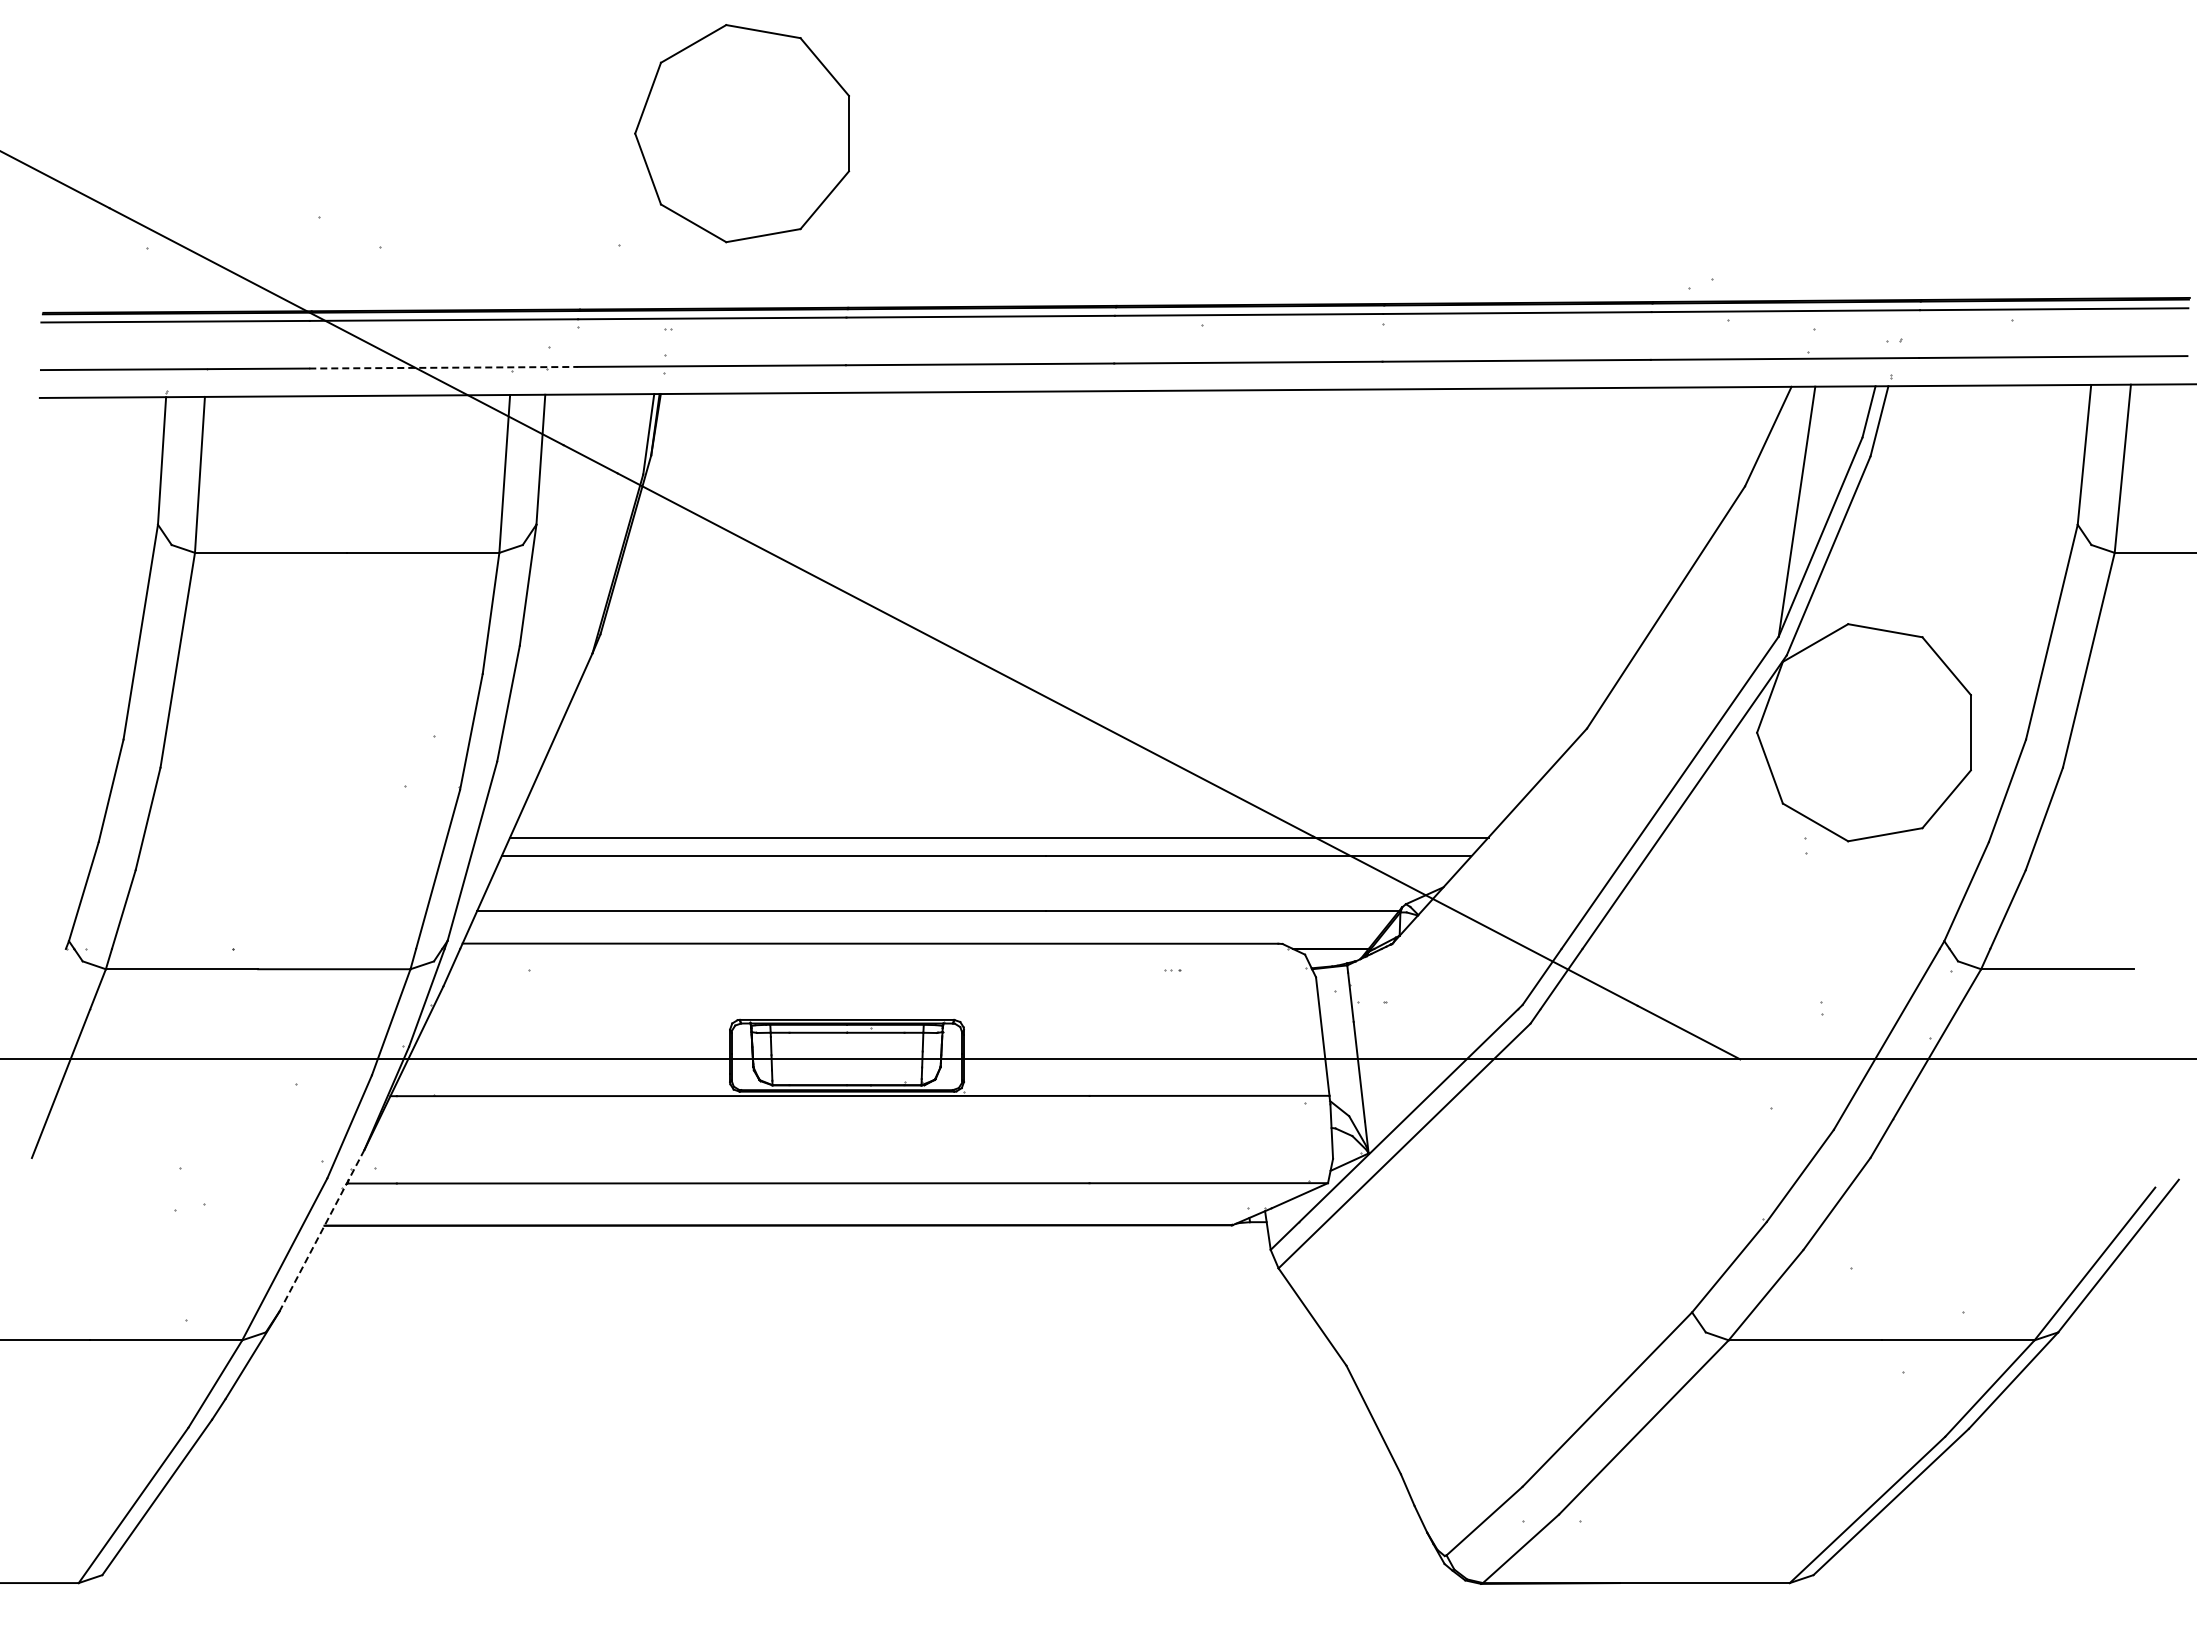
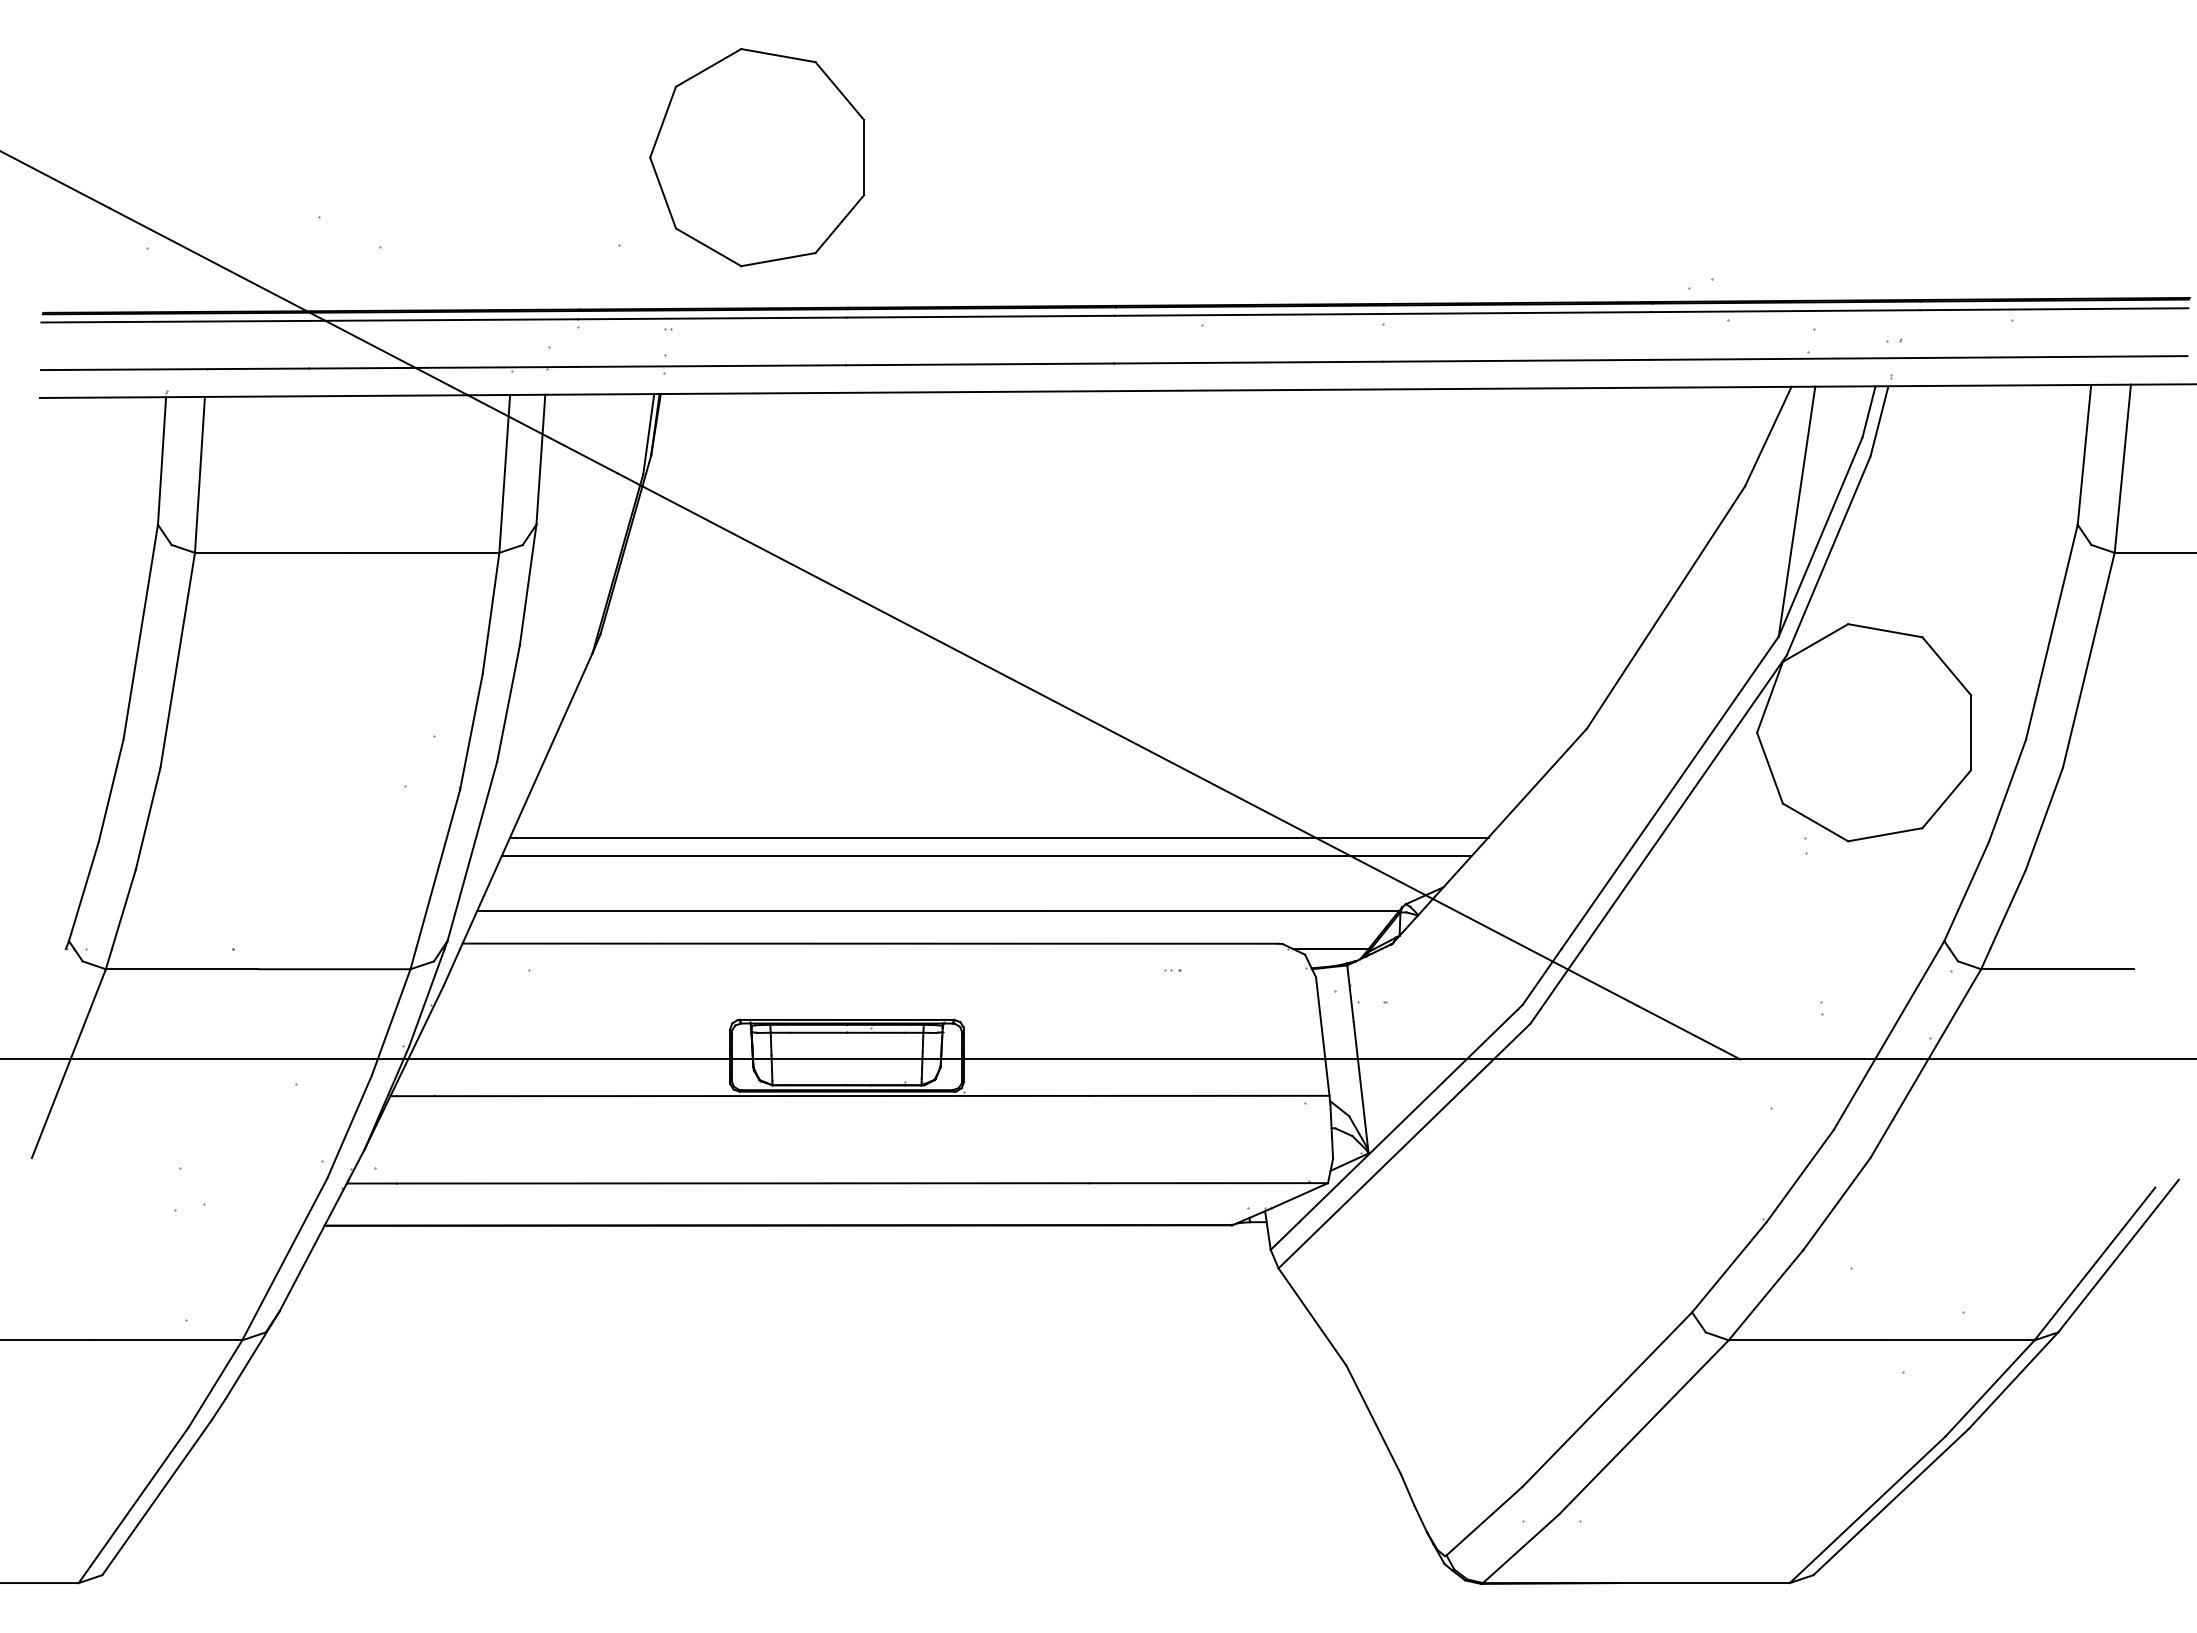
part at (742, 133) position: (742, 133) -> (757, 157)
line at (443, 367): dashed -> solid
line at (321, 1231): dashed -> solid
